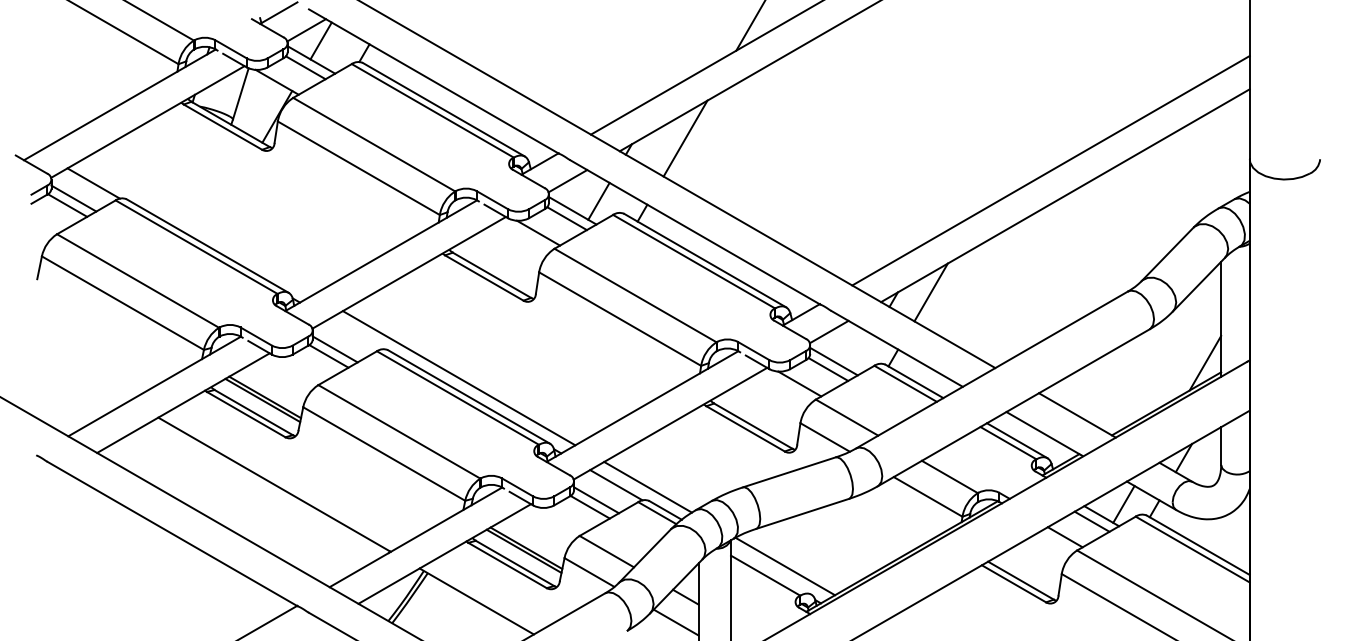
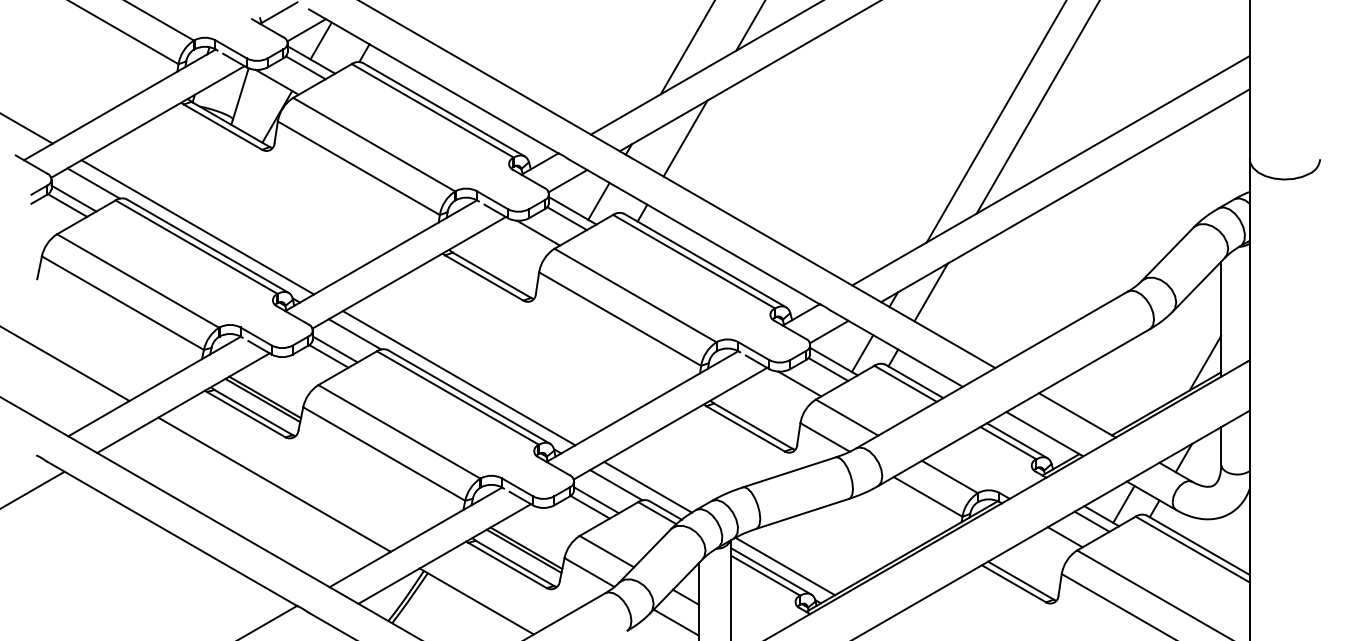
line at (686, 48): none -> present
line at (1037, 107): none -> present
line at (995, 122): none -> present
line at (27, 128): none -> present
line at (197, 227): none -> present
line at (354, 334): none -> present
line at (862, 353): none -> present
line at (65, 364): none -> present
line at (33, 489): none -> present
line at (771, 571): none -> present
